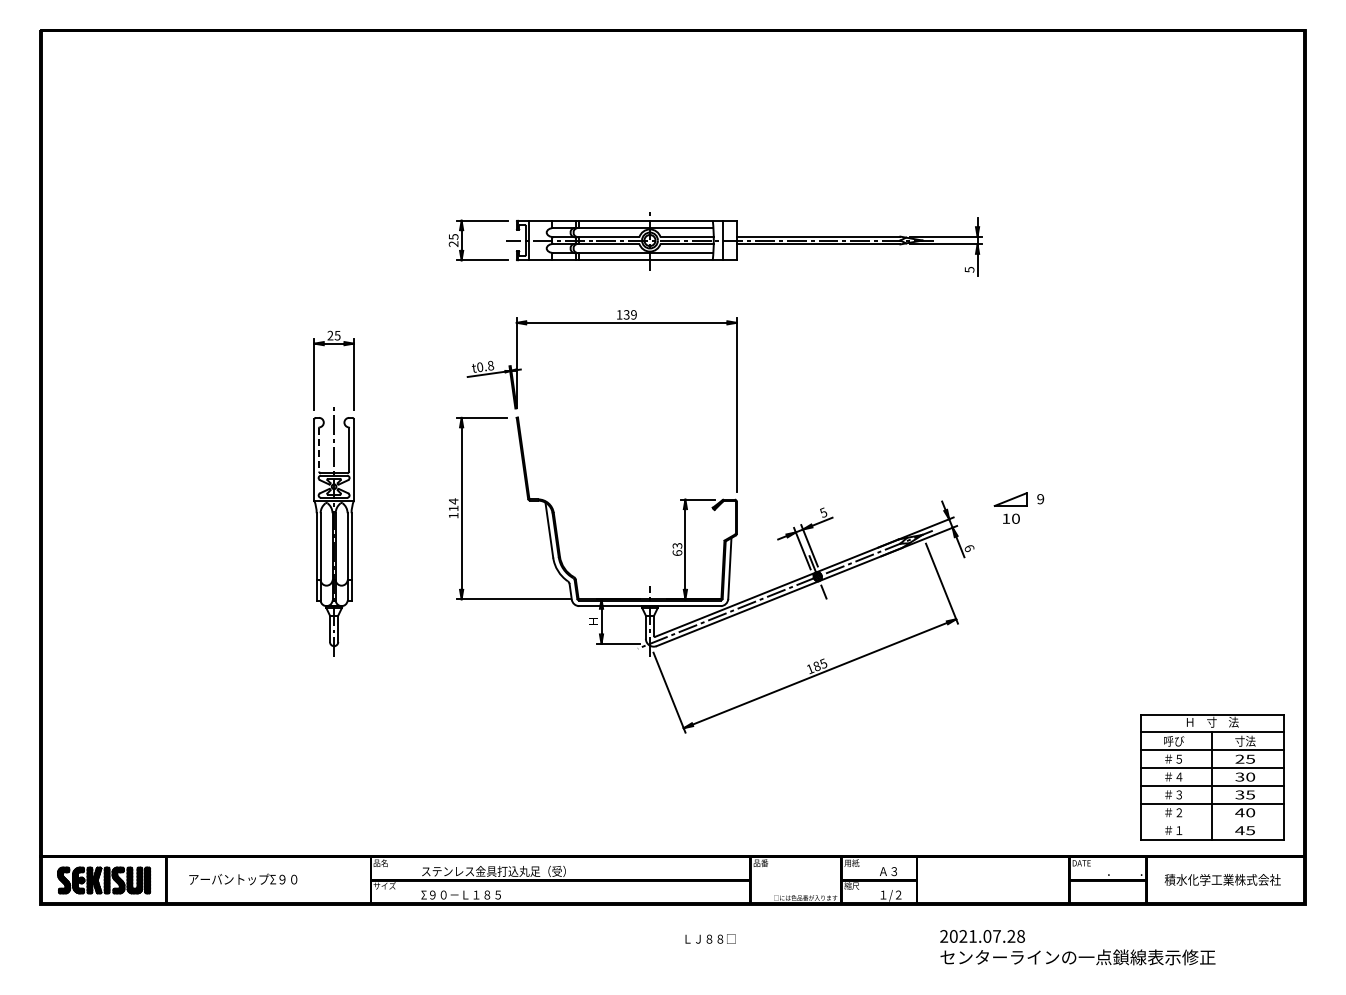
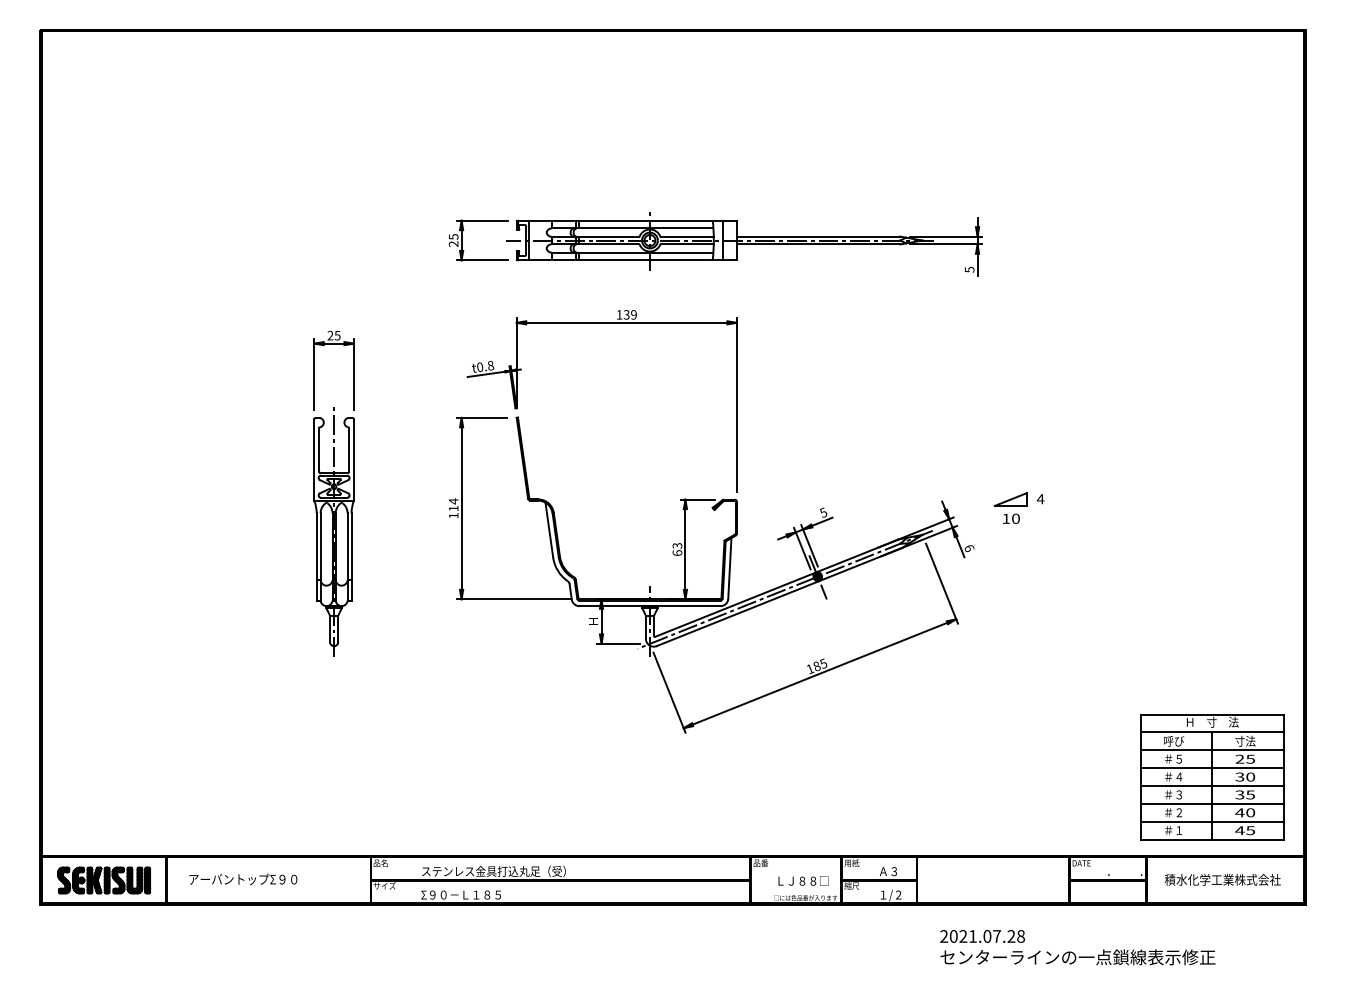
line at (319, 449): dashed -> solid
text at (1040, 499): 9 -> 4
line at (1211, 821): none -> present
text at (710, 938) position: (710, 938) -> (803, 880)
